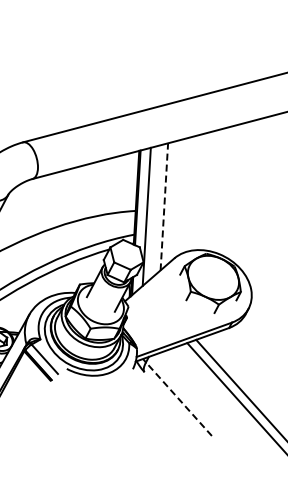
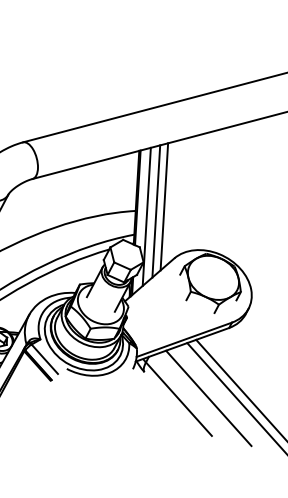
line at (164, 206): dashed -> solid
line at (156, 211): none -> present
line at (178, 398): dashed -> solid
line at (208, 398): none -> present
